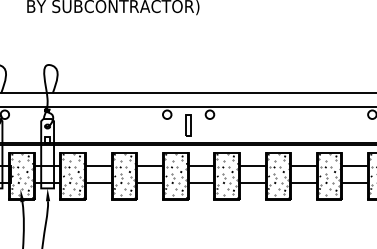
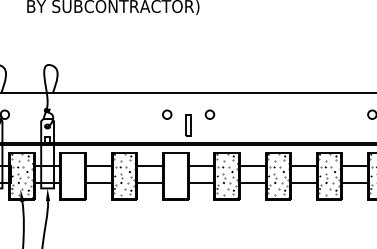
line at (187, 107): present -> none
hatch at (73, 176): present -> none
hatch at (176, 176): present -> none
